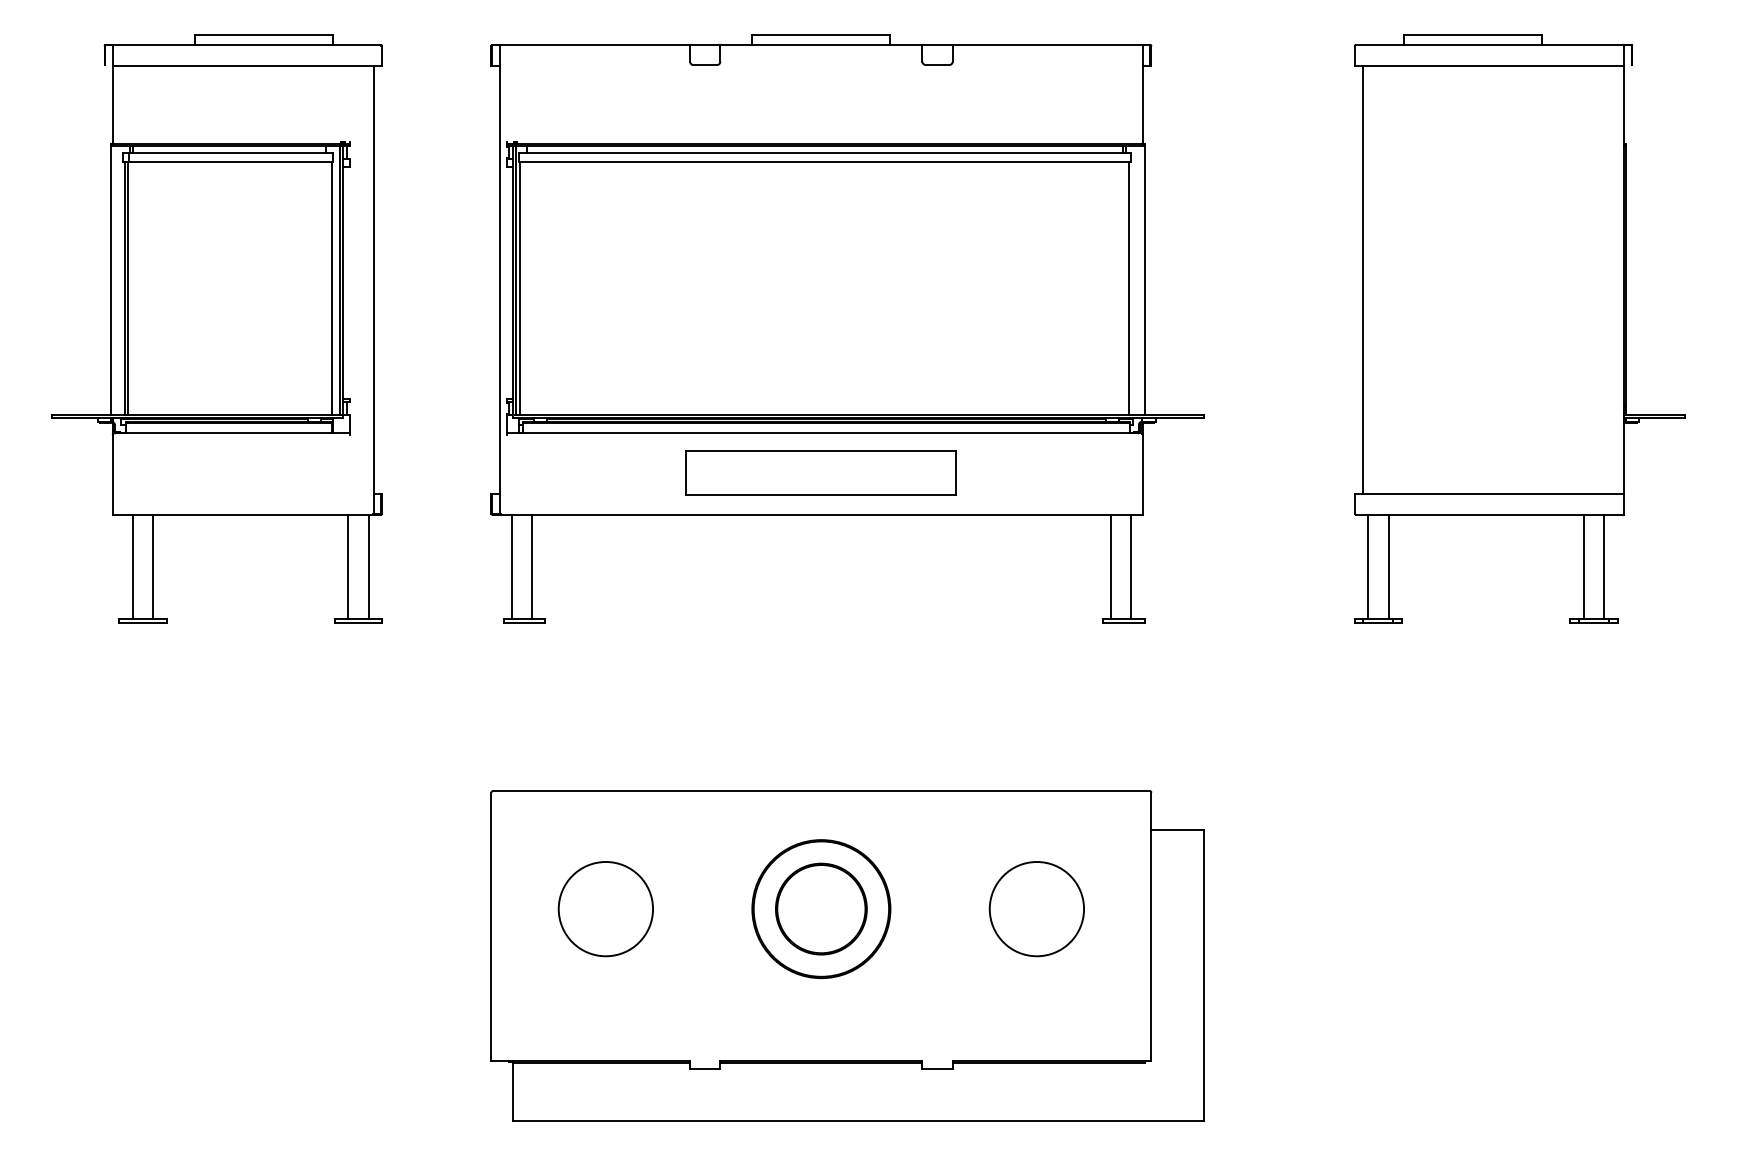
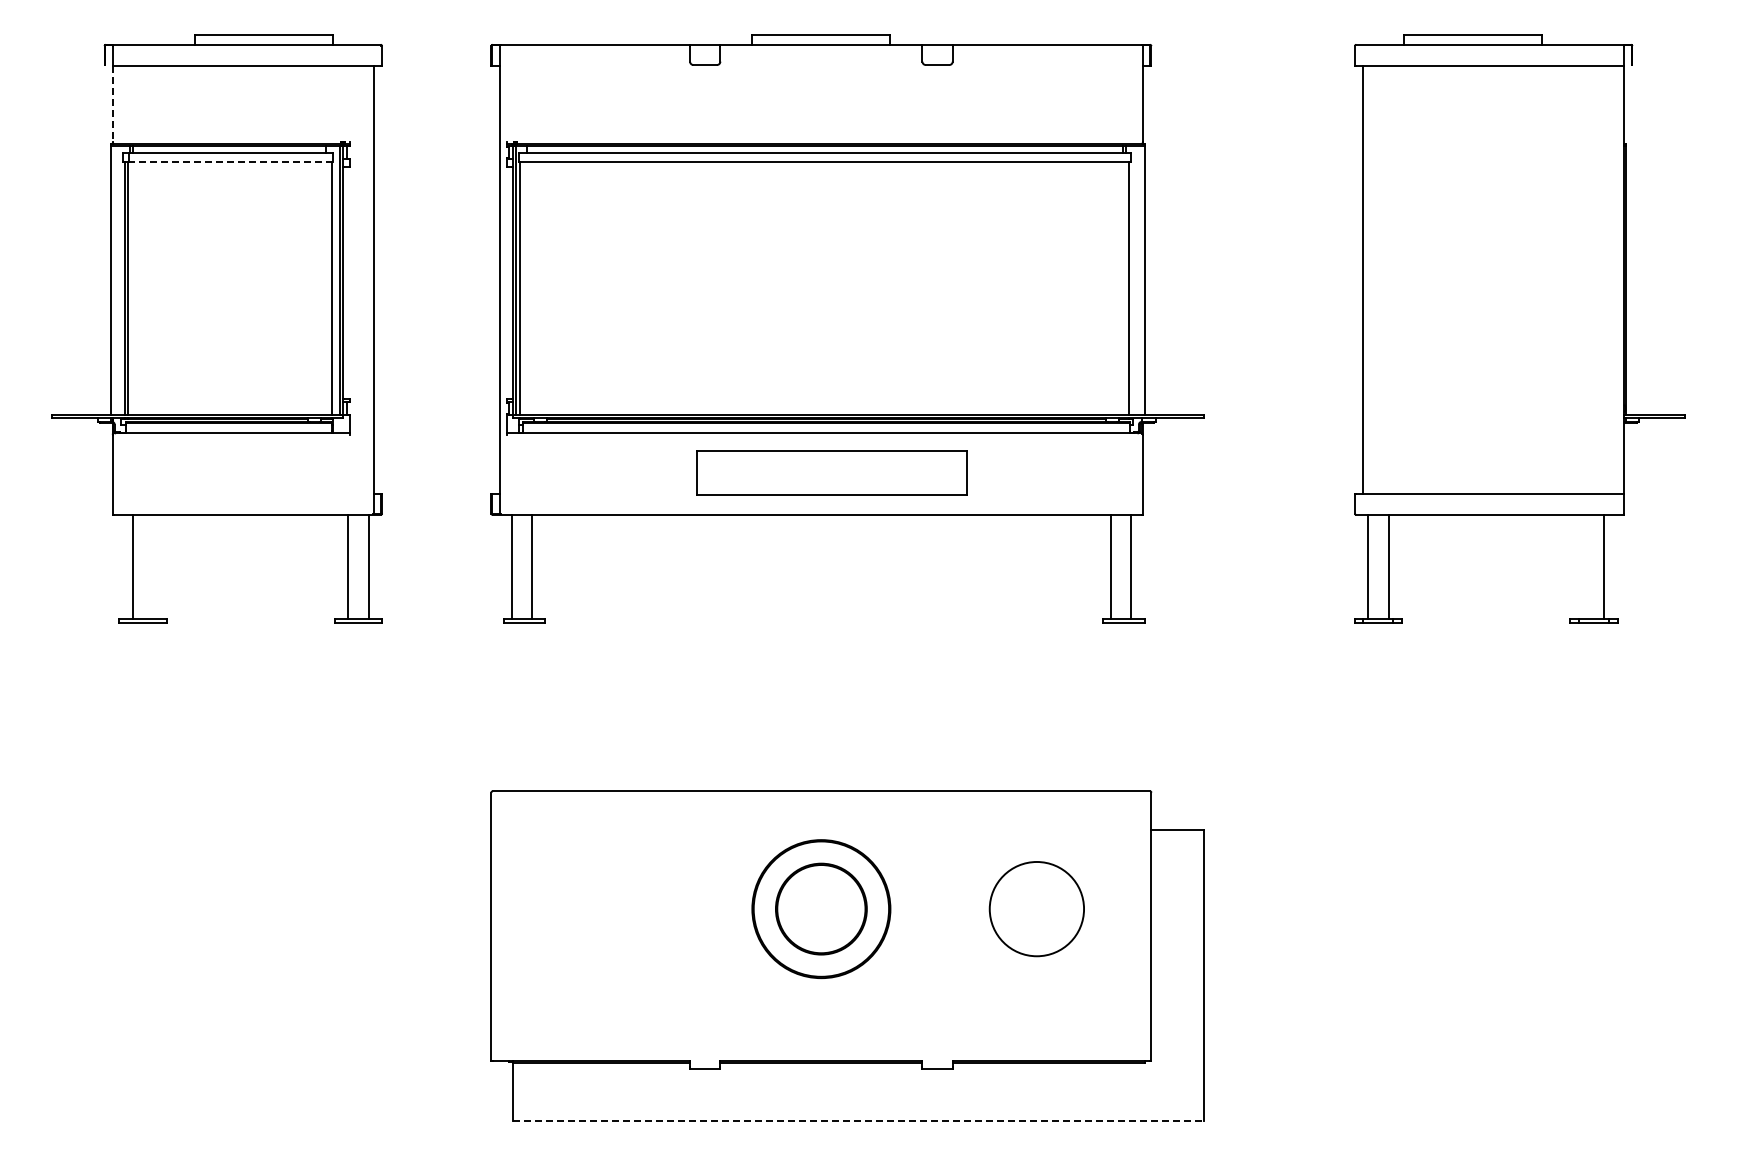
line at (112, 104): solid -> dashed
line at (231, 162): solid -> dashed
part at (820, 472) position: (820, 472) -> (831, 472)
line at (153, 566): present -> none
line at (1583, 566): present -> none
circle at (605, 909): present -> none
line at (858, 1121): solid -> dashed
